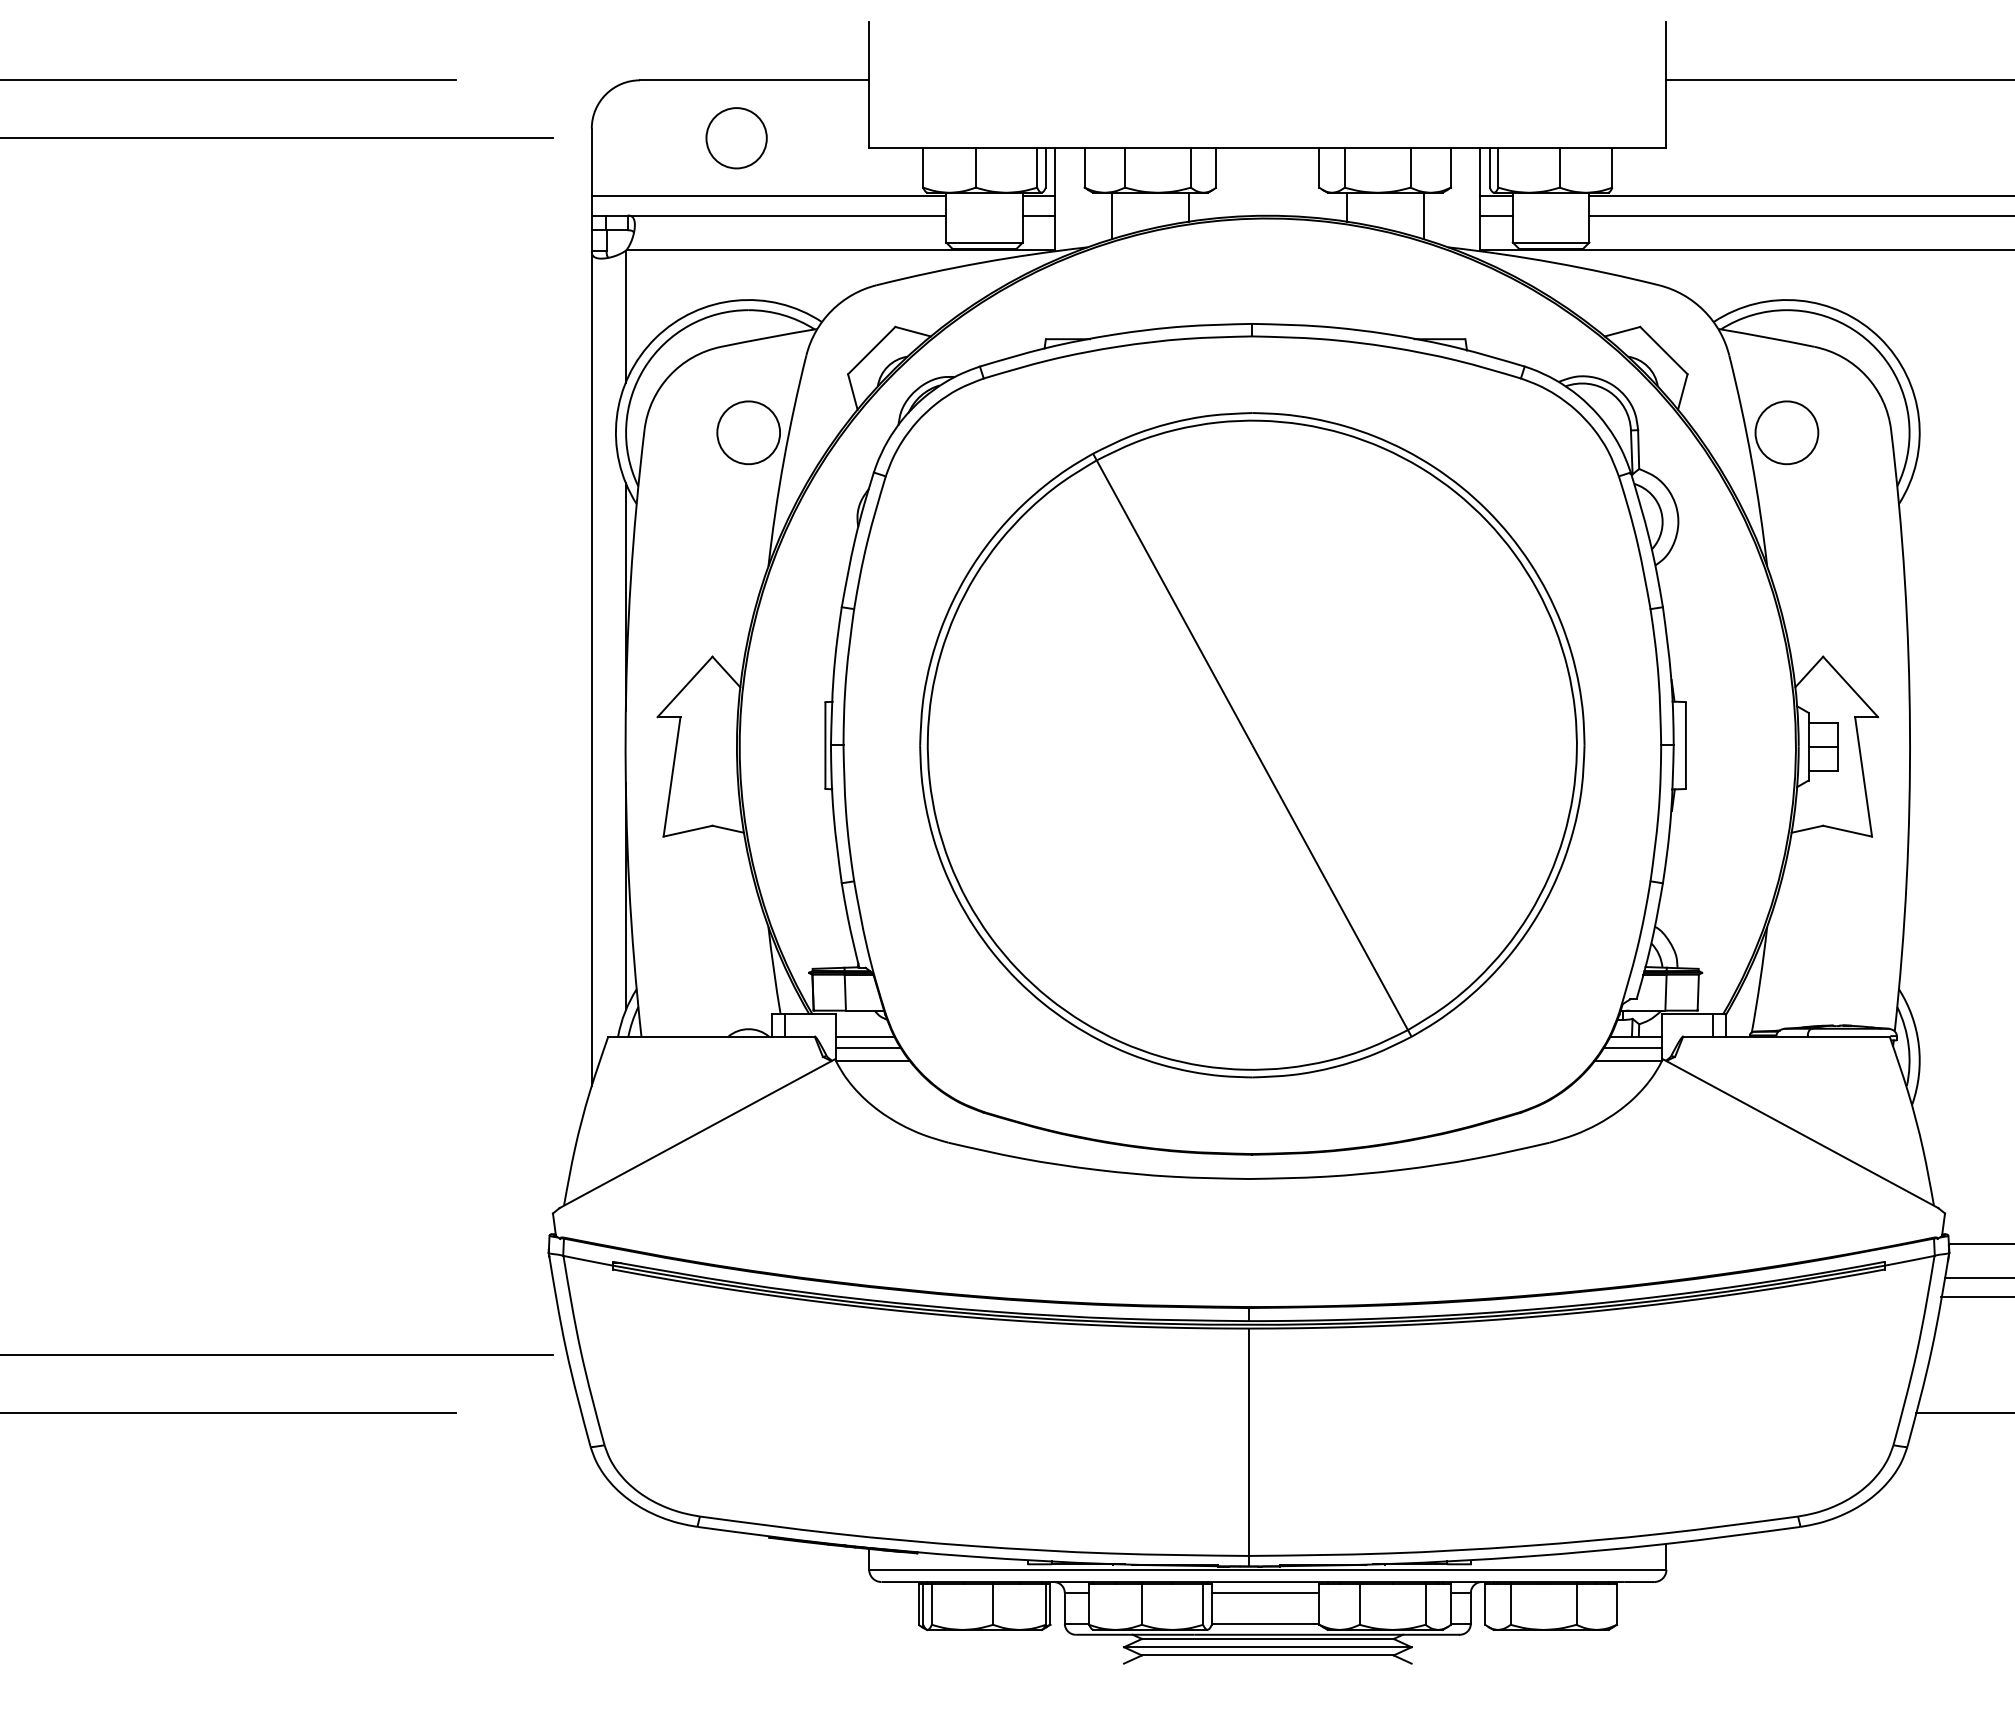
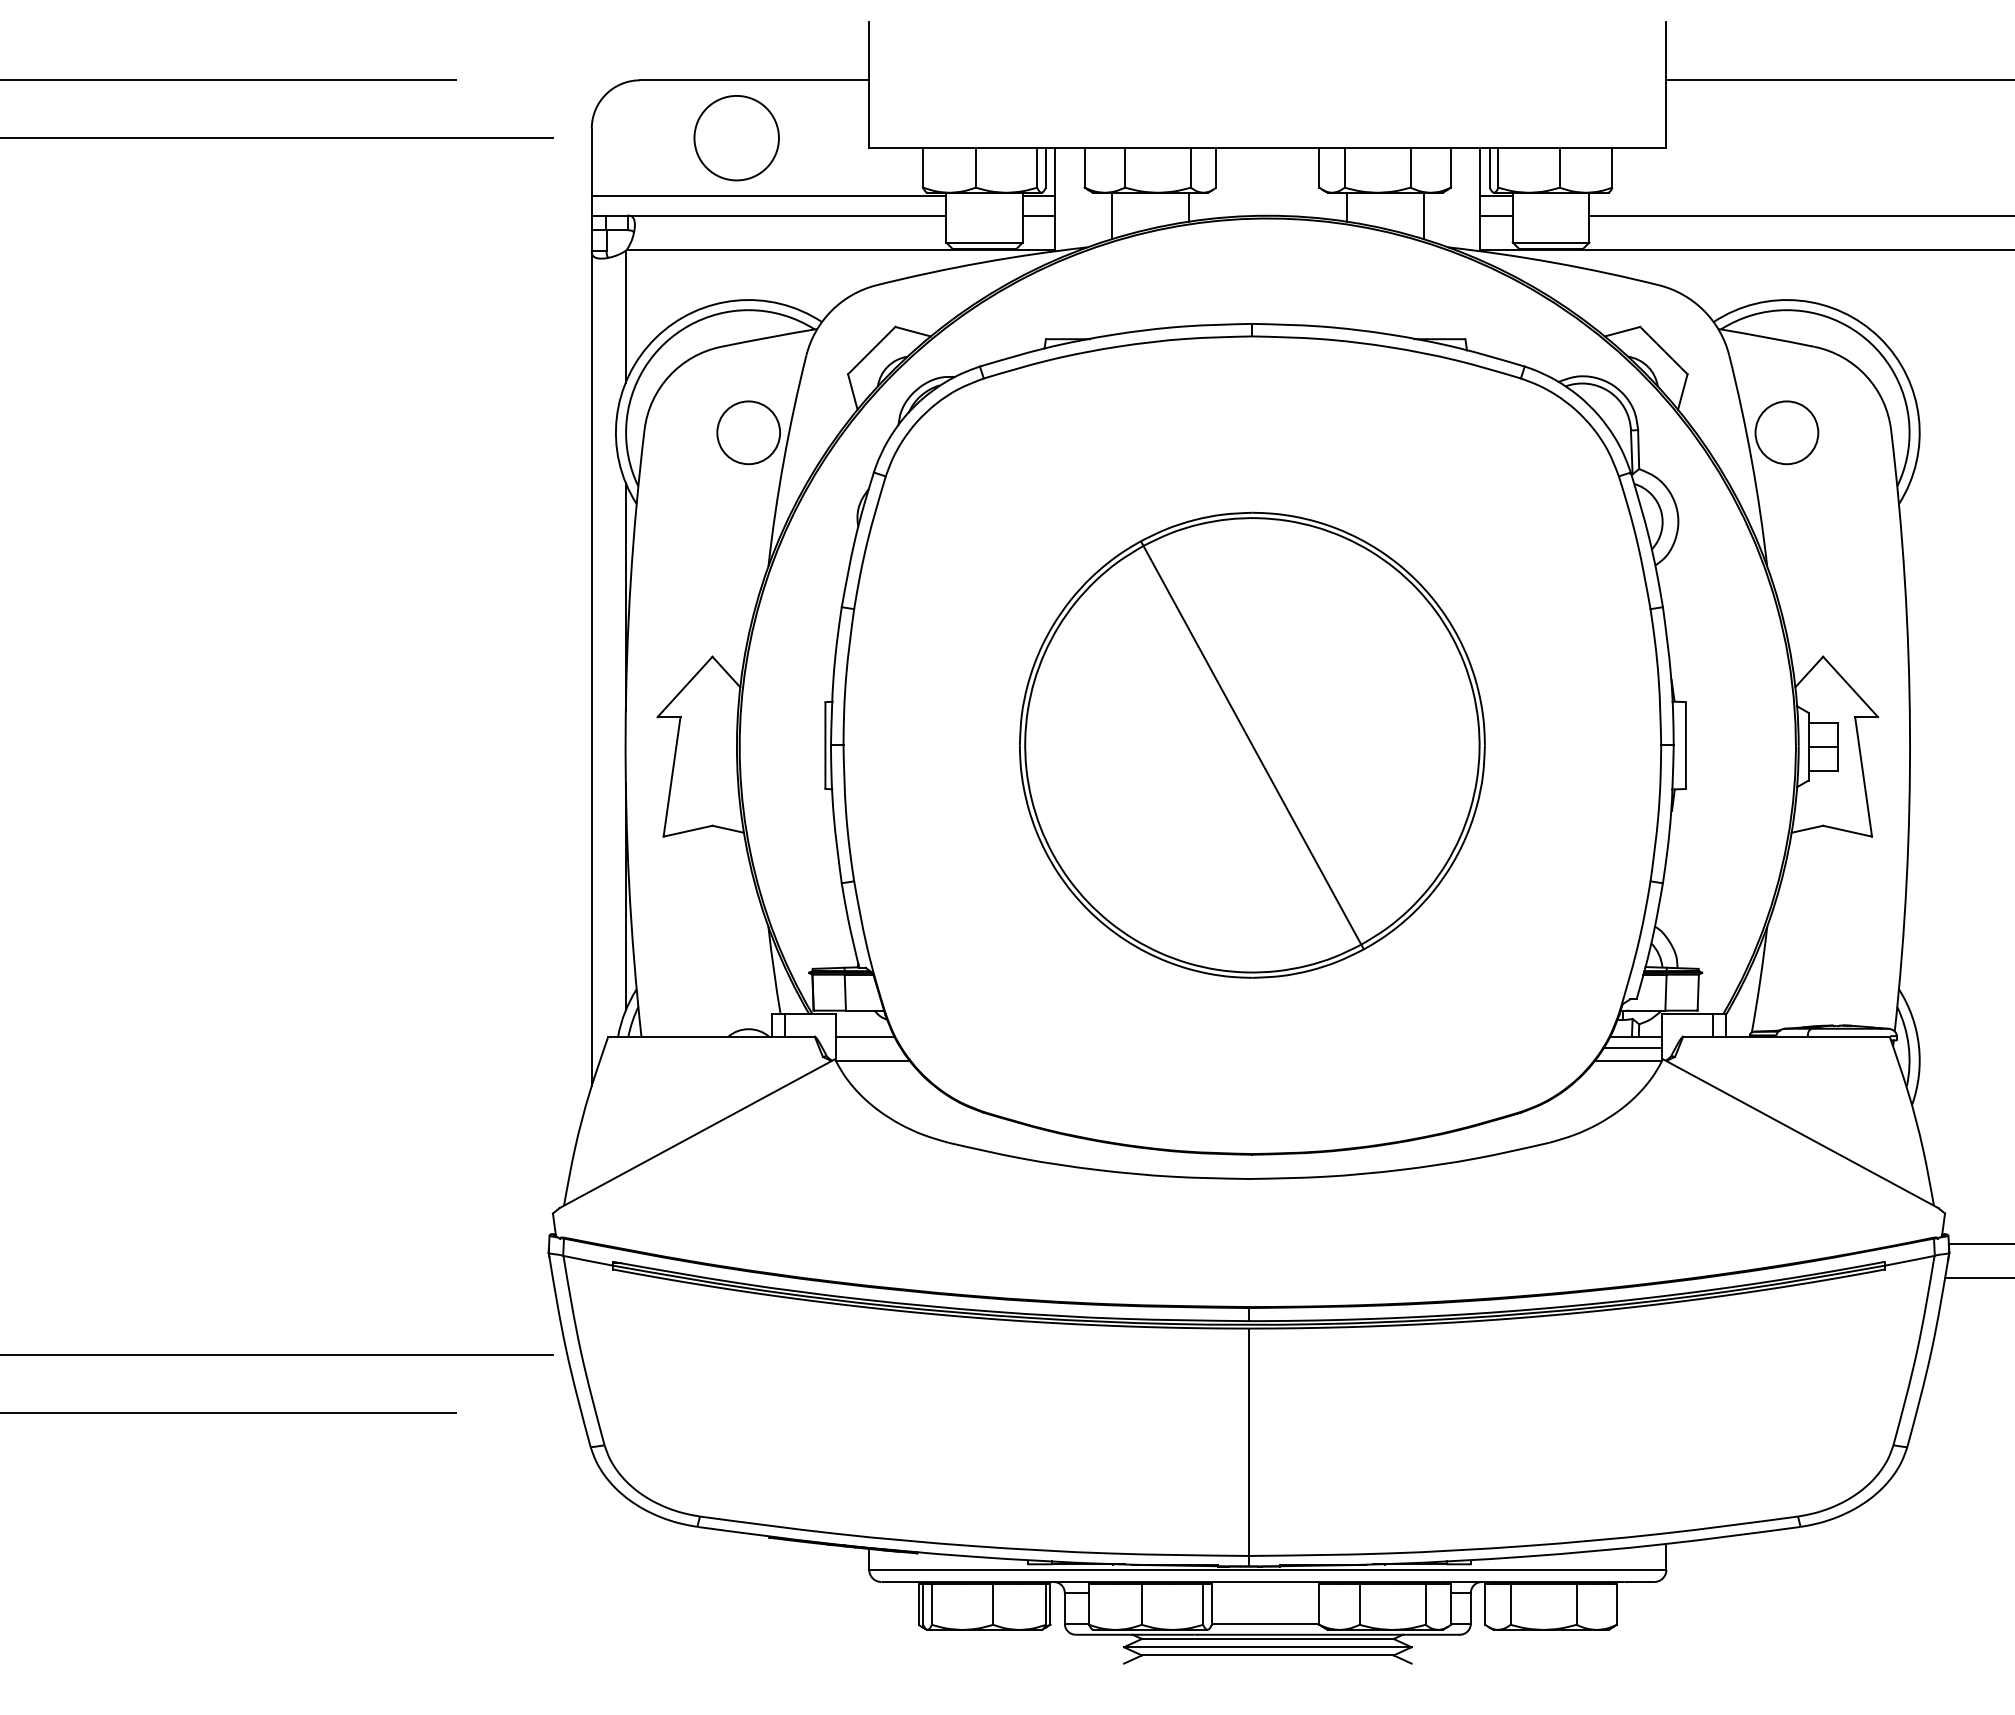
circle at (736, 138) size: 63x63 px -> 87x87 px
line at (1800, 196): present -> none
part at (1252, 745) size: 667x667 px -> 467x468 px
line at (868, 1047): present -> none
line at (1976, 1297): present -> none
line at (1963, 1413): present -> none
line at (1265, 1593): present -> none
